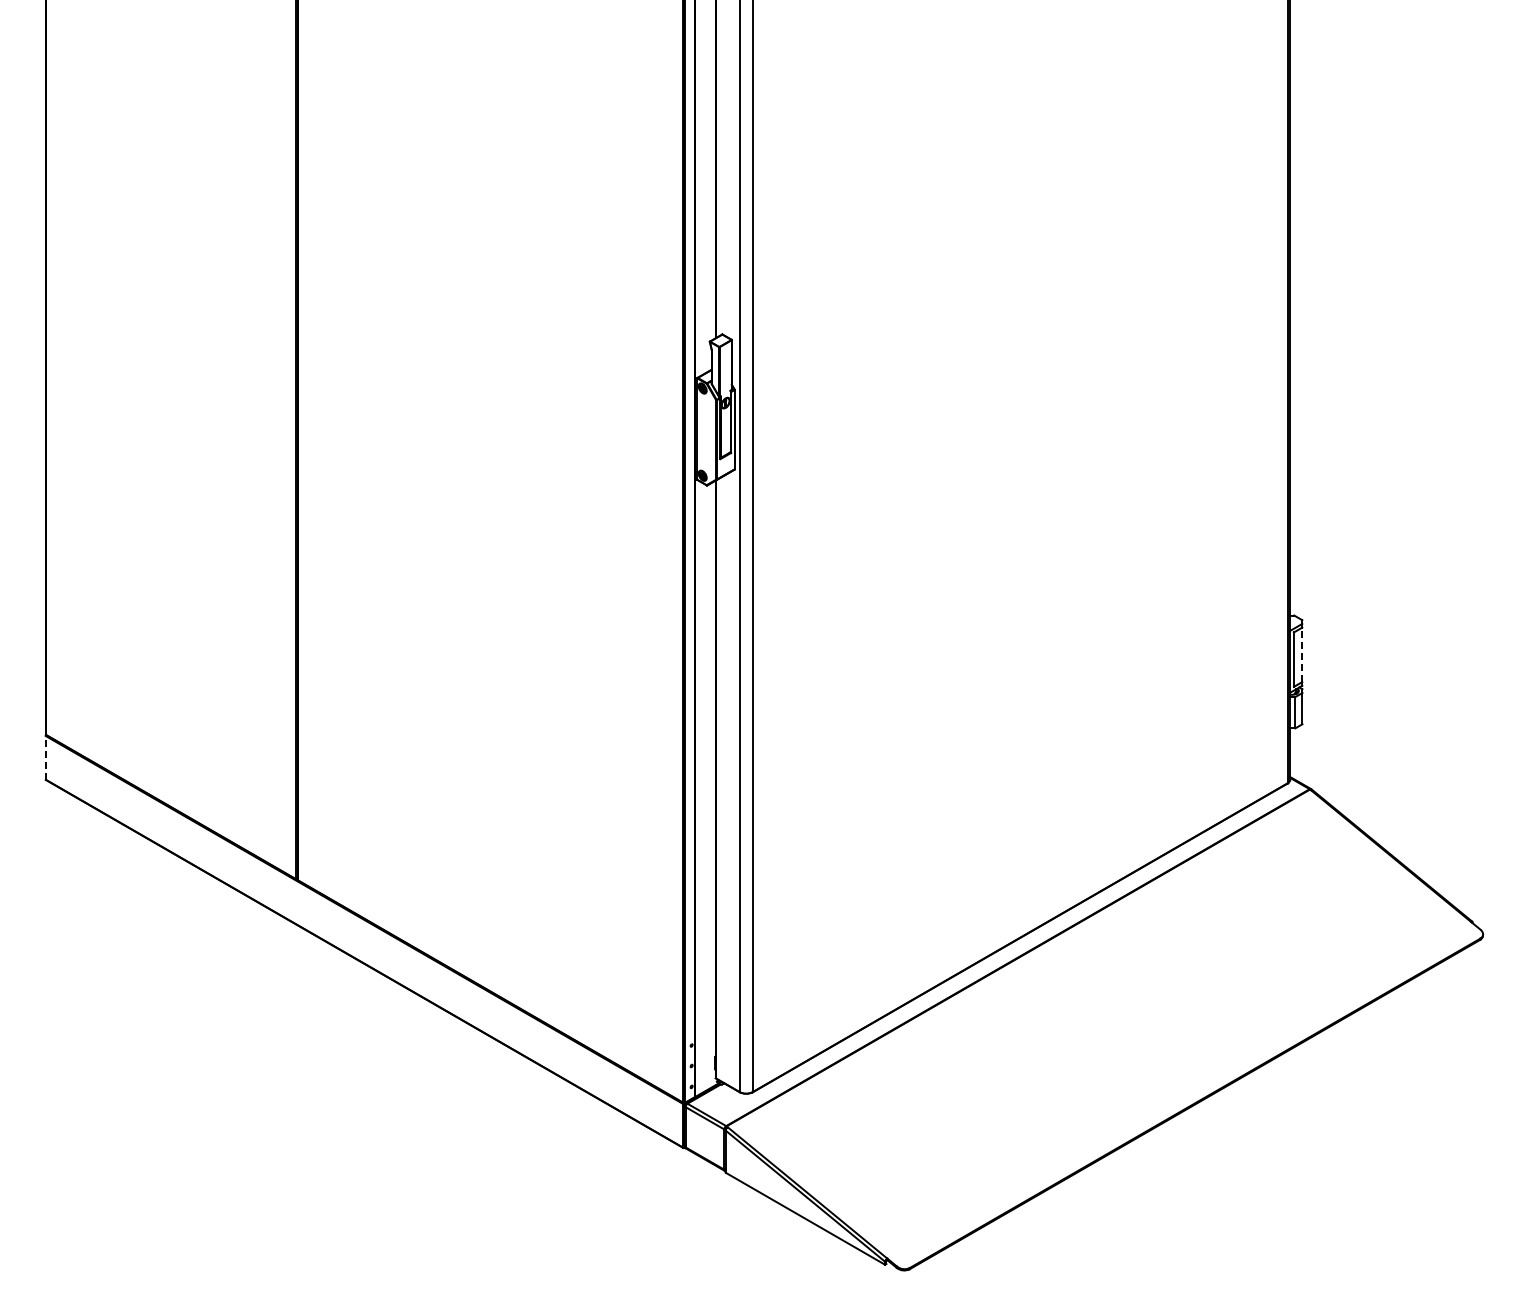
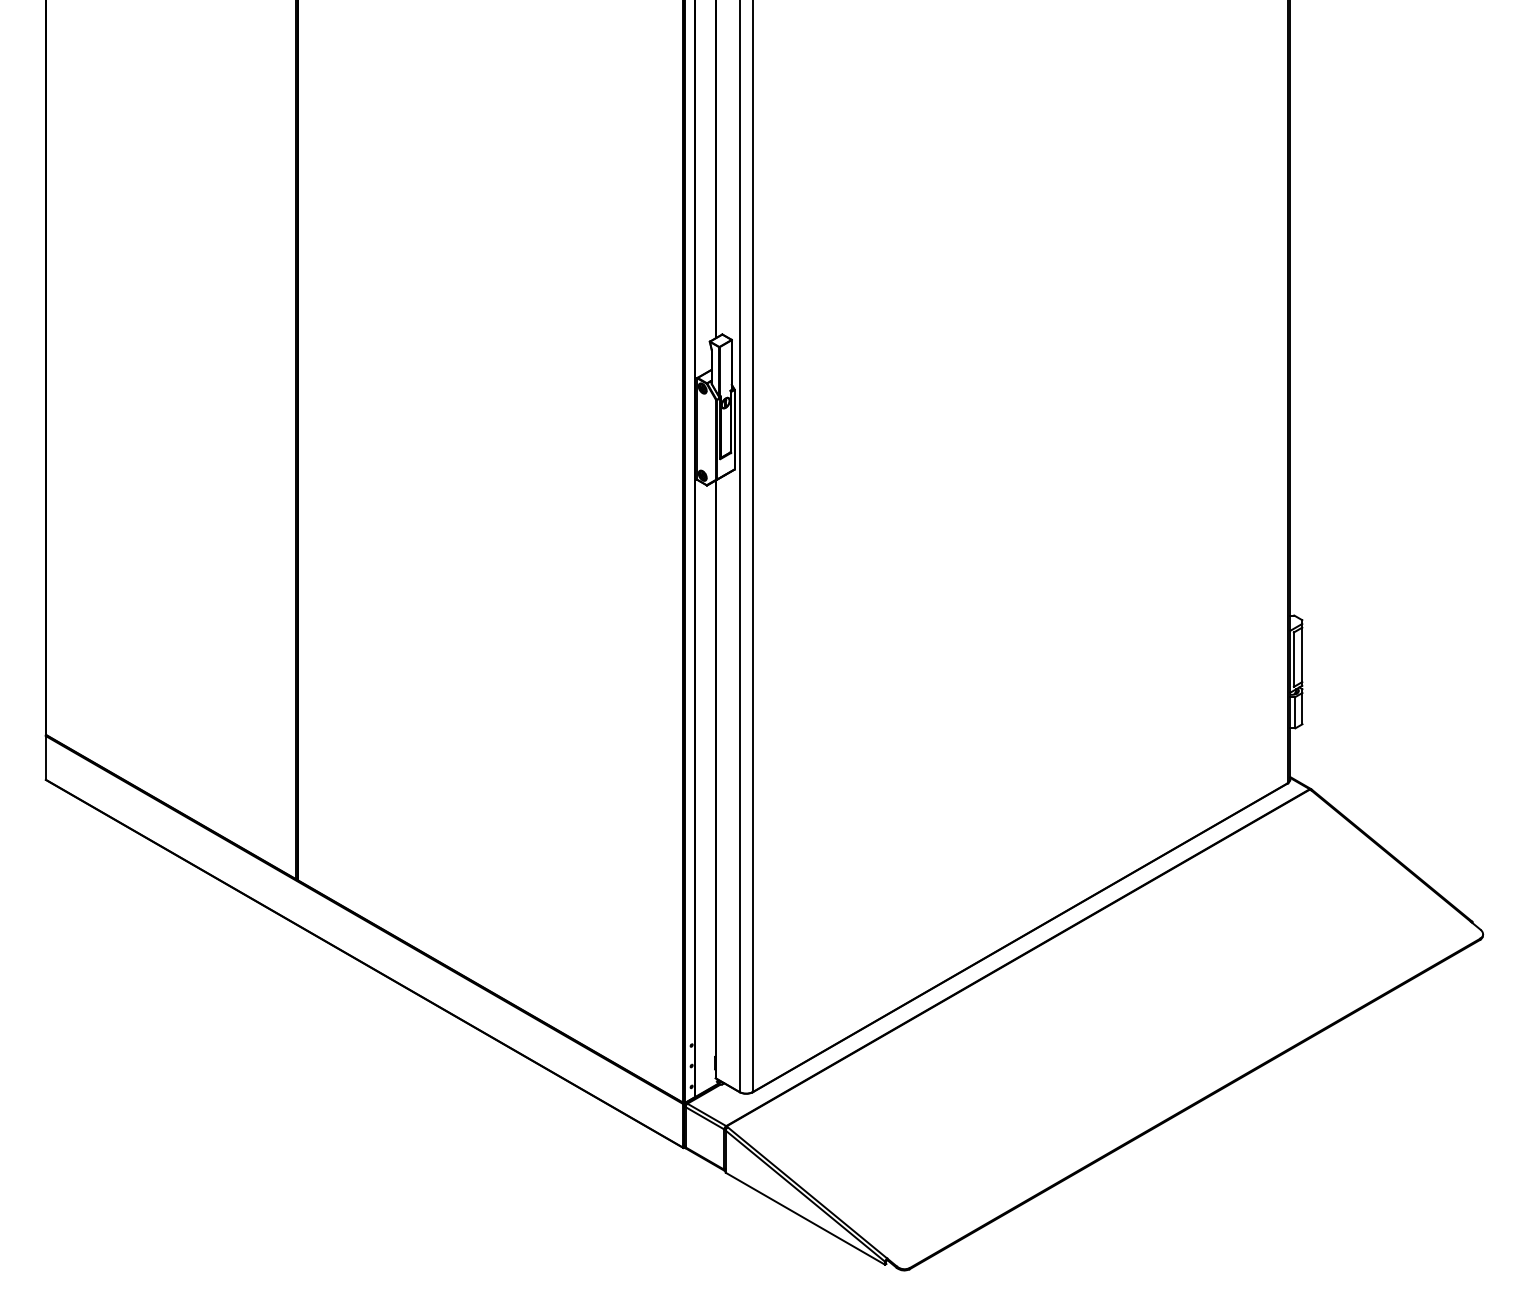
line at (1302, 654): dashed -> solid
line at (45, 757): dashed -> solid
